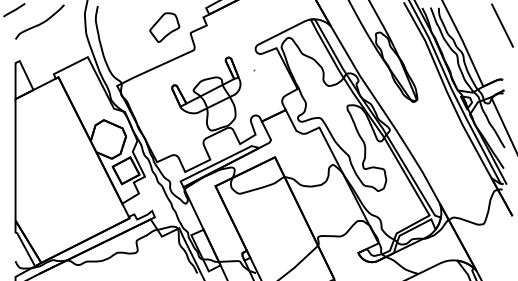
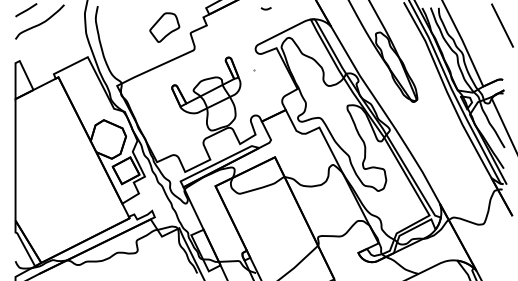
curve at (265, 8): none -> present
line at (14, 10) position: (14, 10) -> (26, 10)
